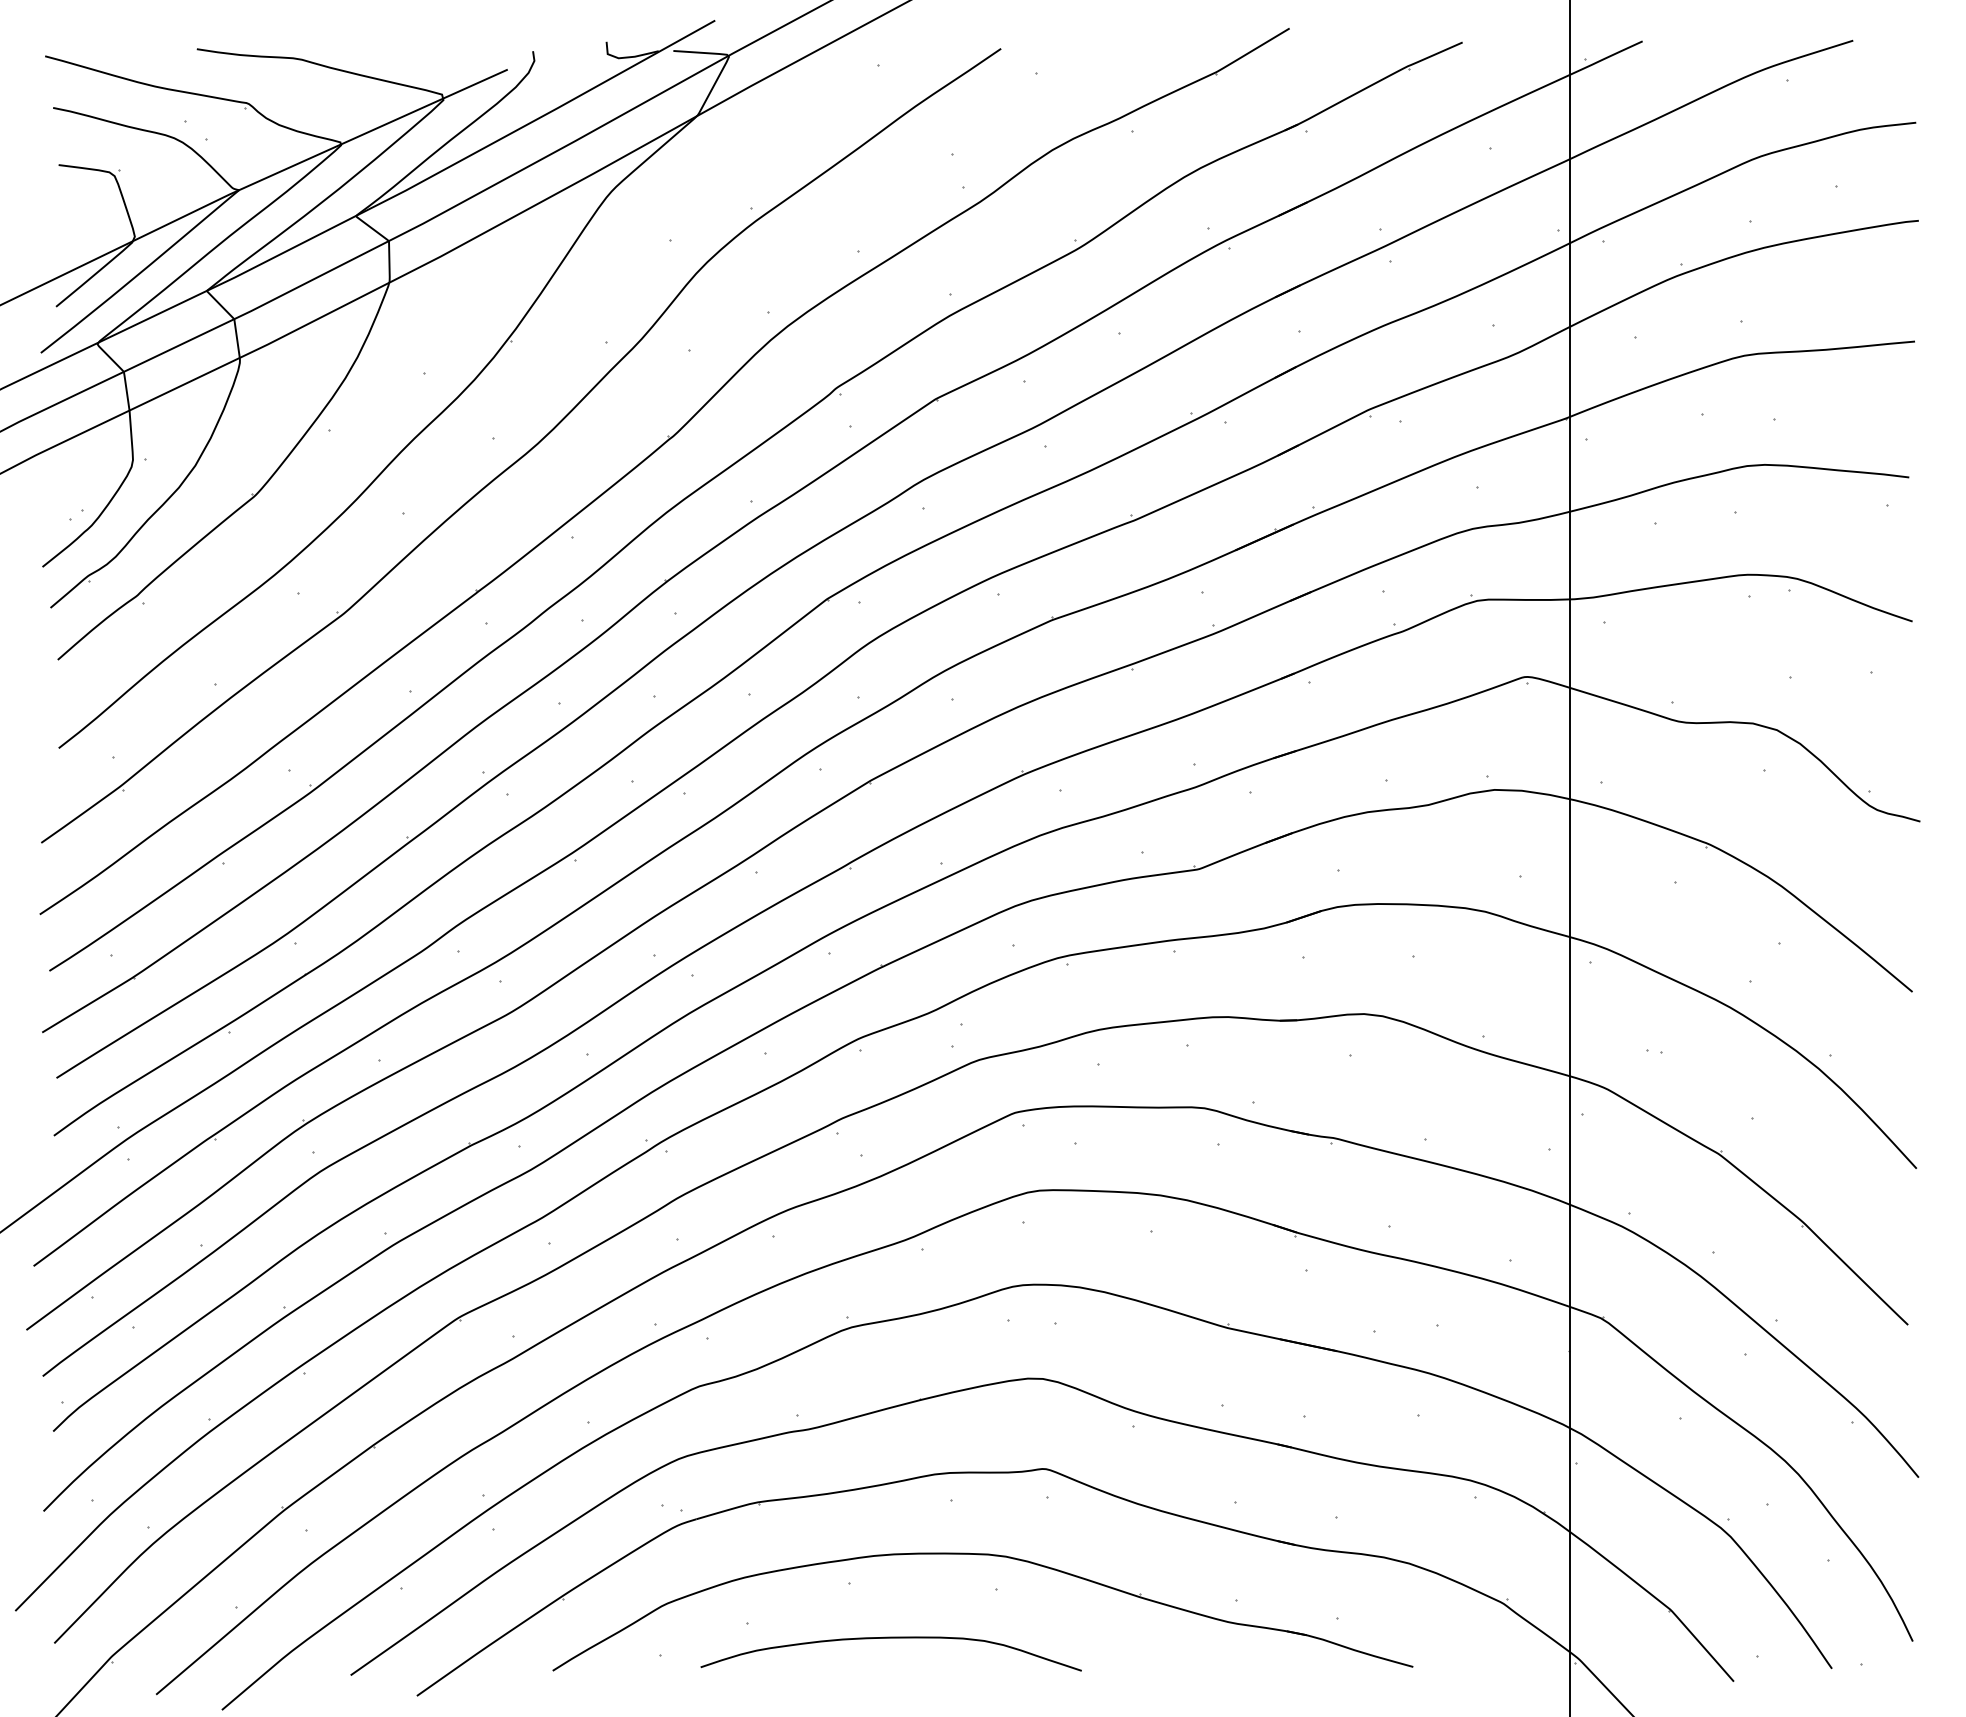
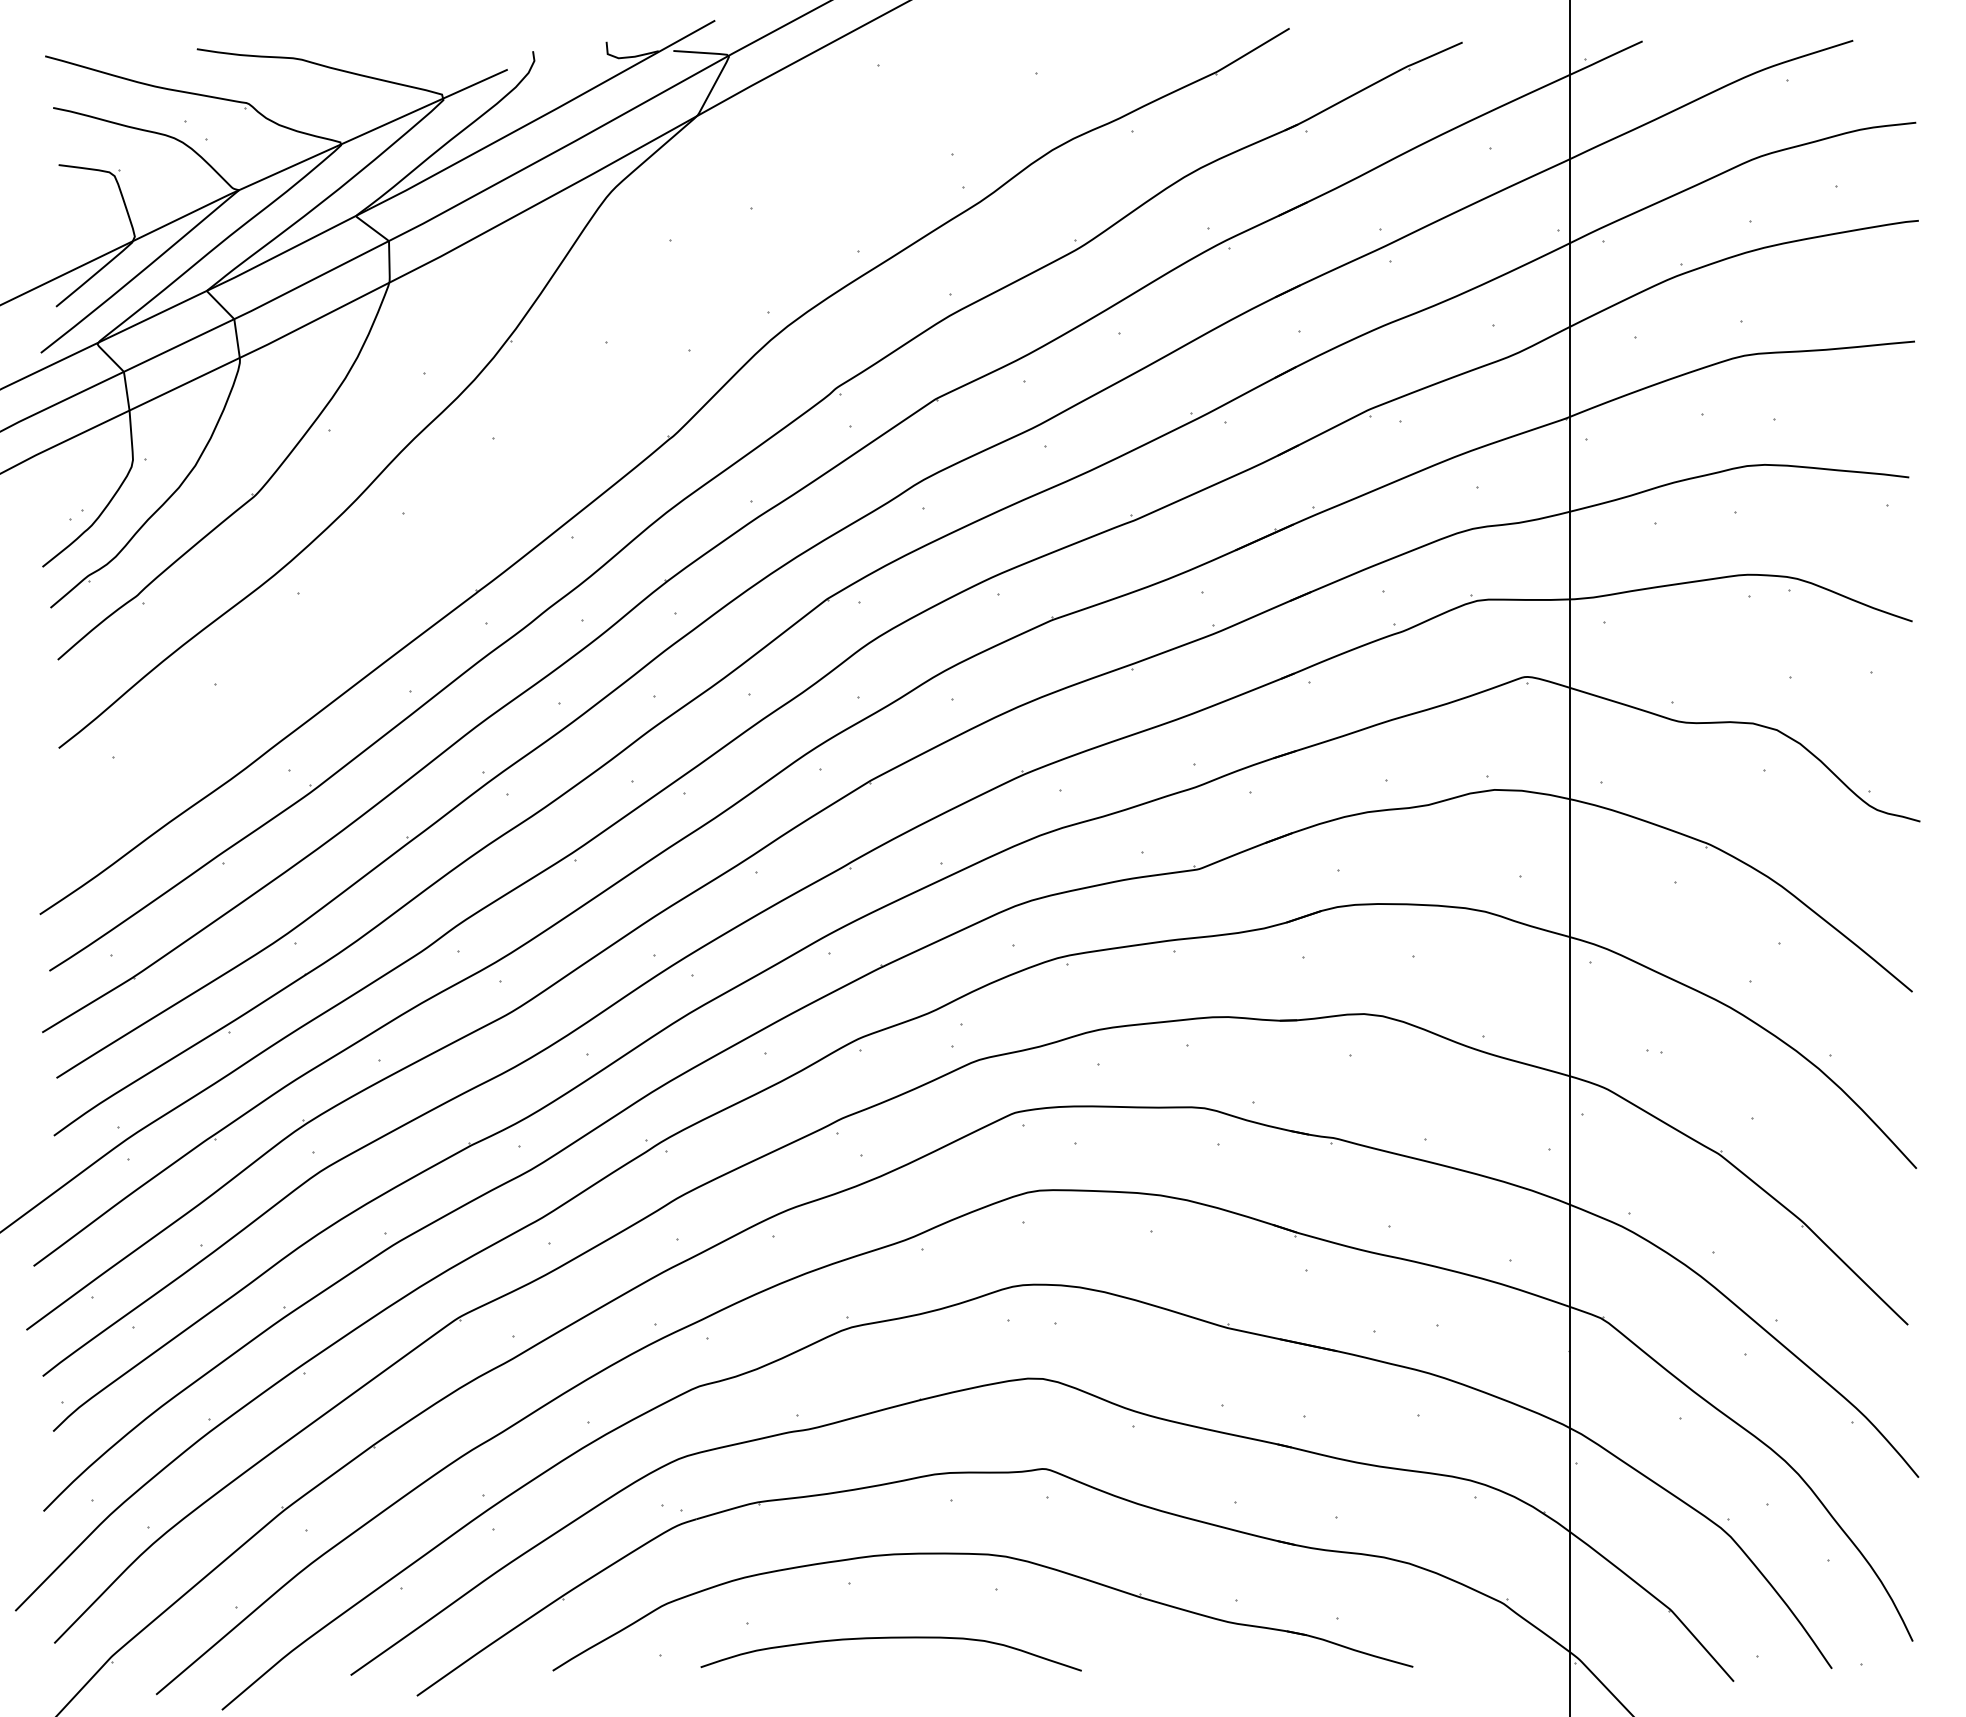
part at (527, 451): present -> none
